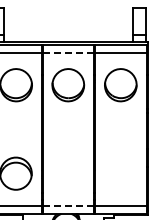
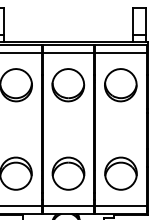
line at (68, 52): dashed -> solid
part at (68, 173): none -> present
part at (120, 173): none -> present
line at (68, 206): dashed -> solid
